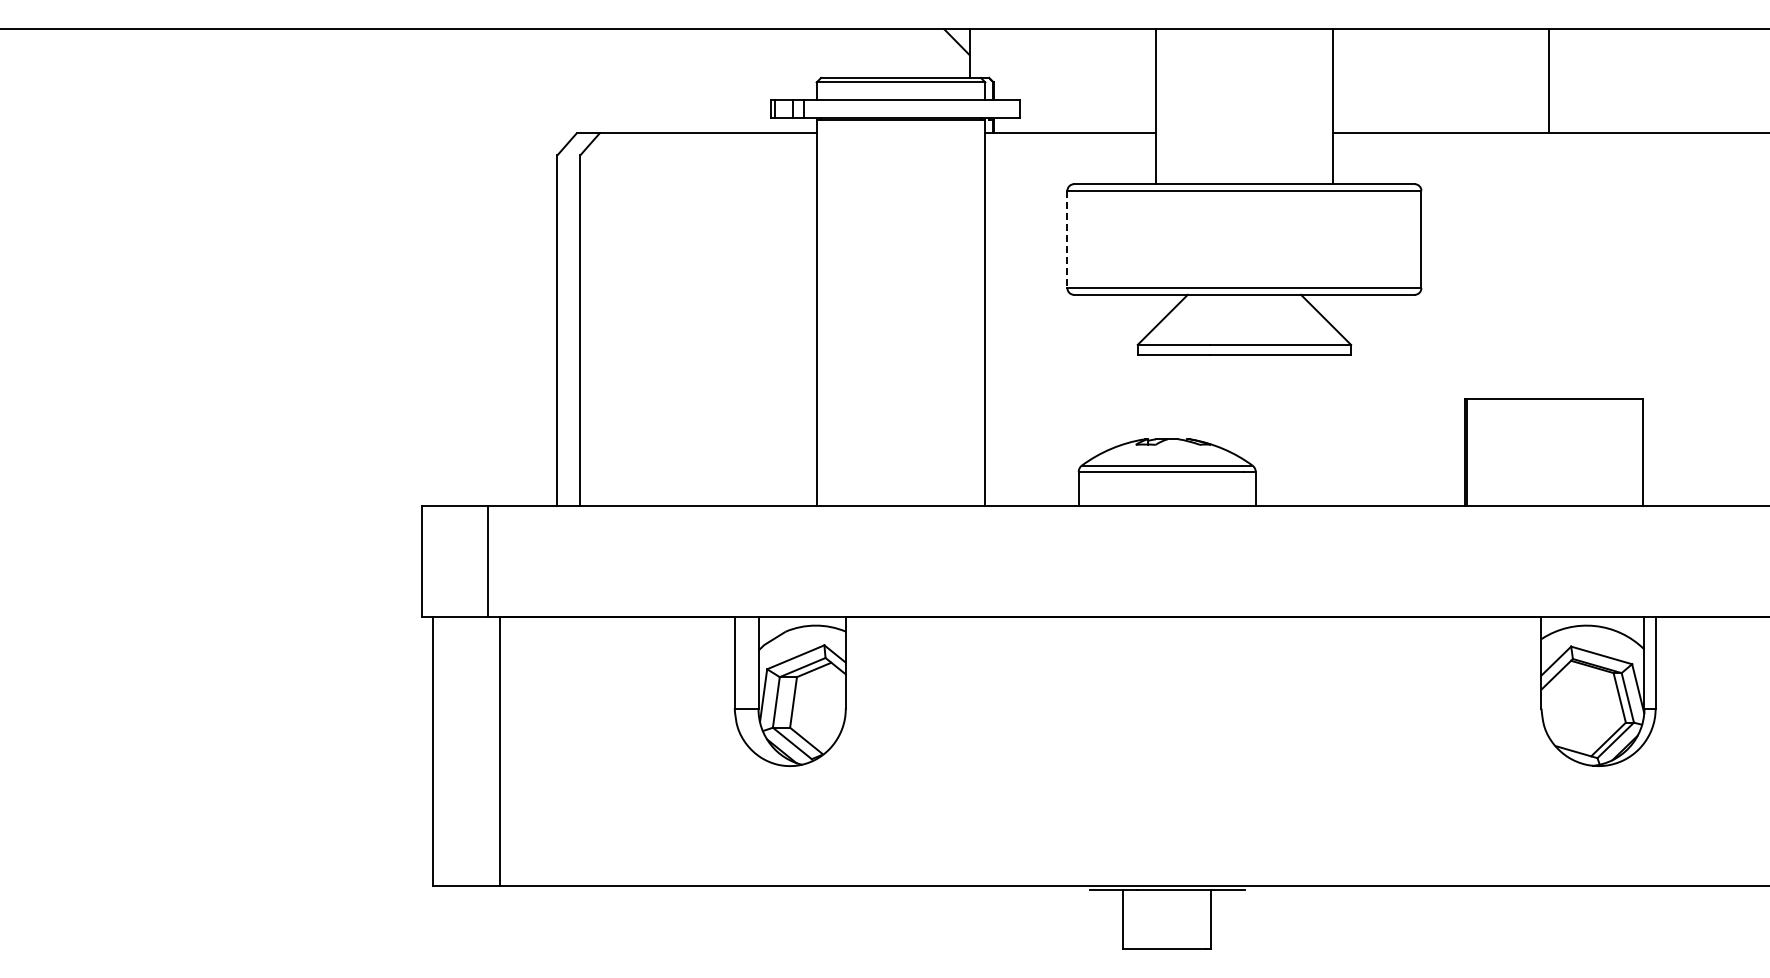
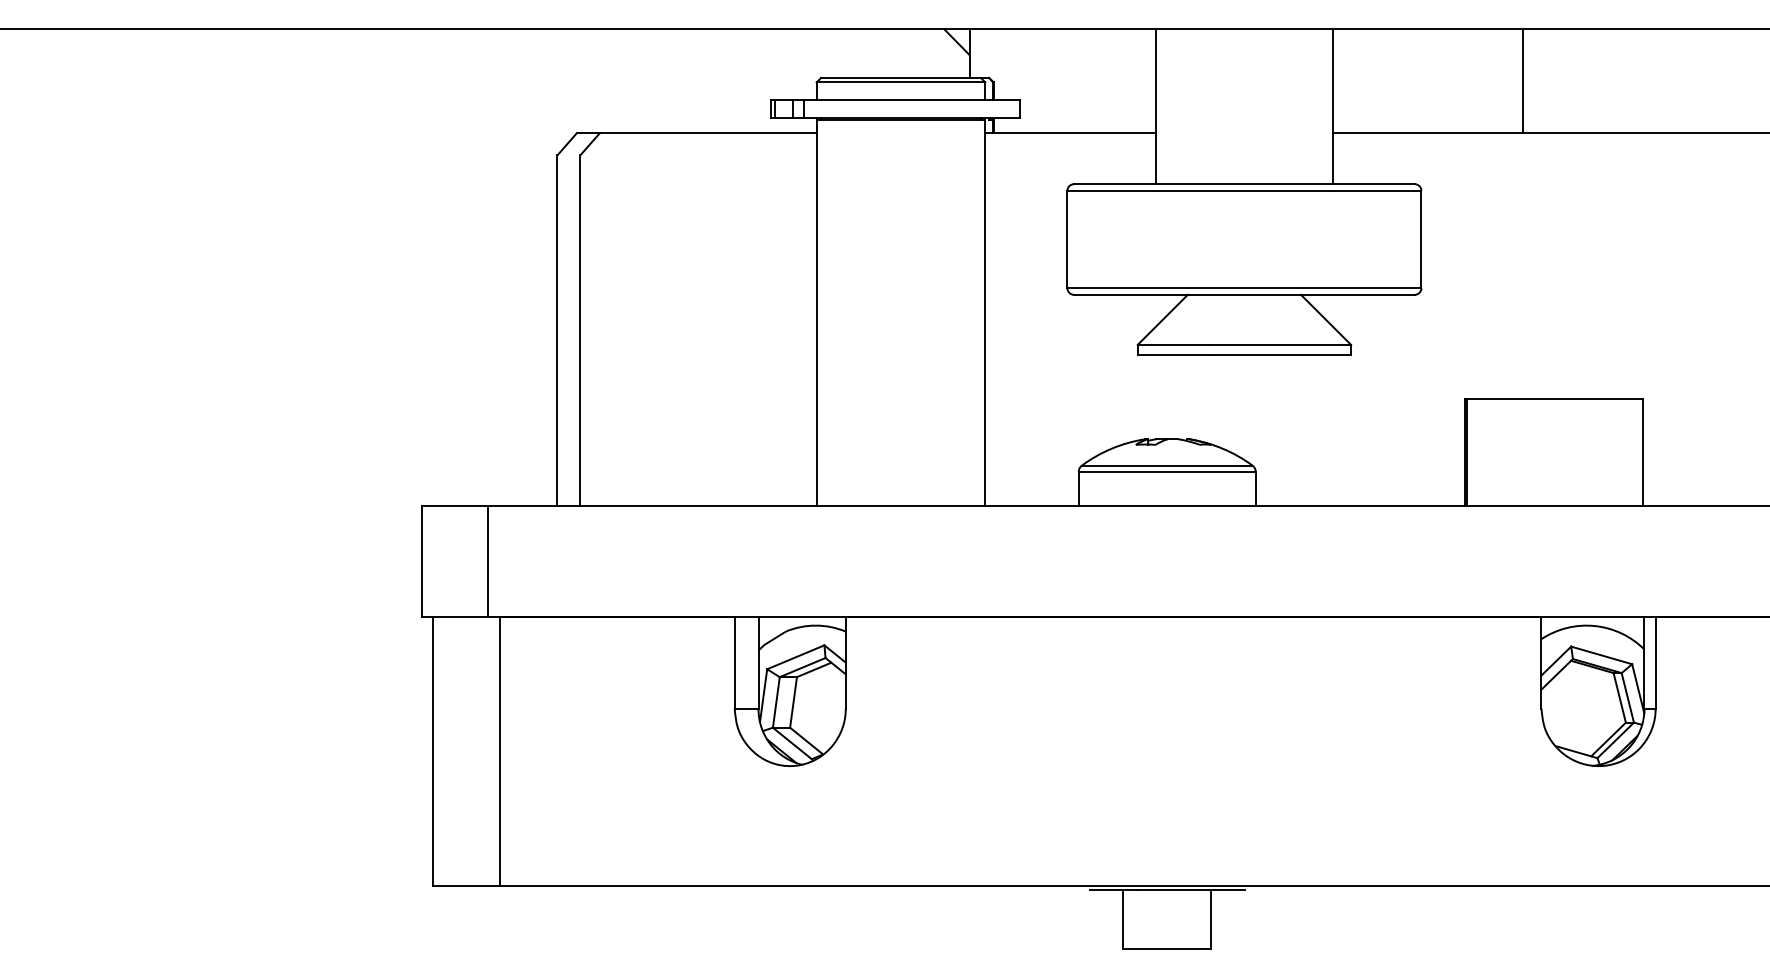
line at (1548, 81) position: (1548, 81) -> (1522, 81)
line at (1067, 239): dashed -> solid
